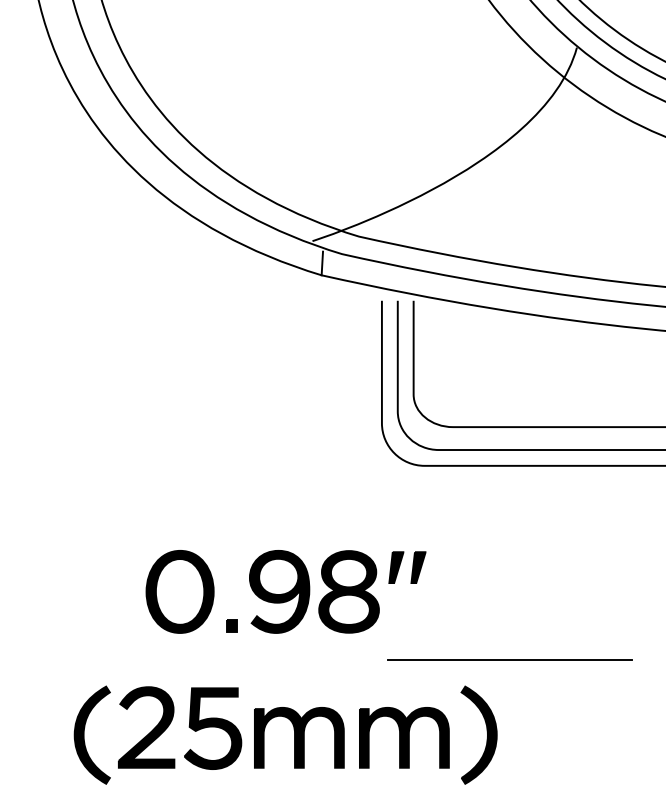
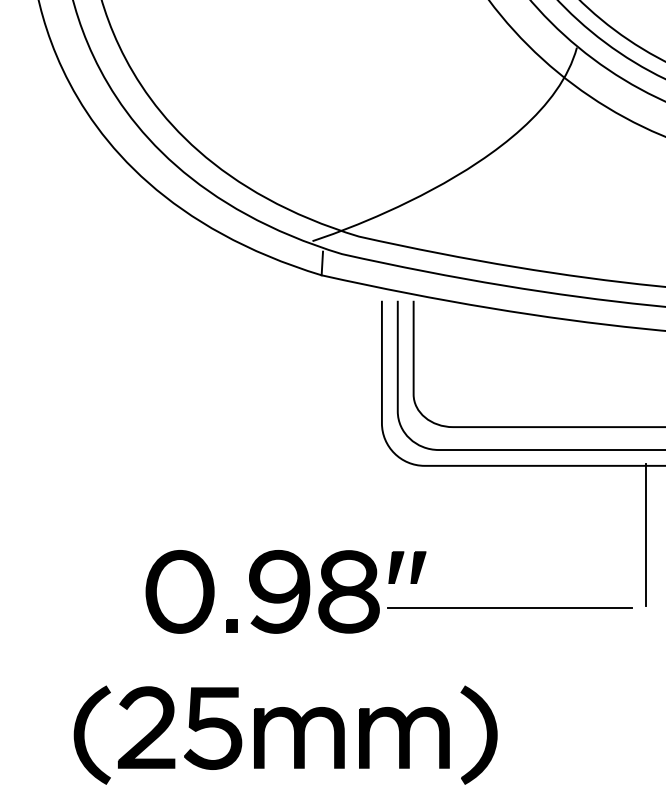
line at (645, 534): none -> present
line at (509, 659) position: (509, 659) -> (509, 607)
